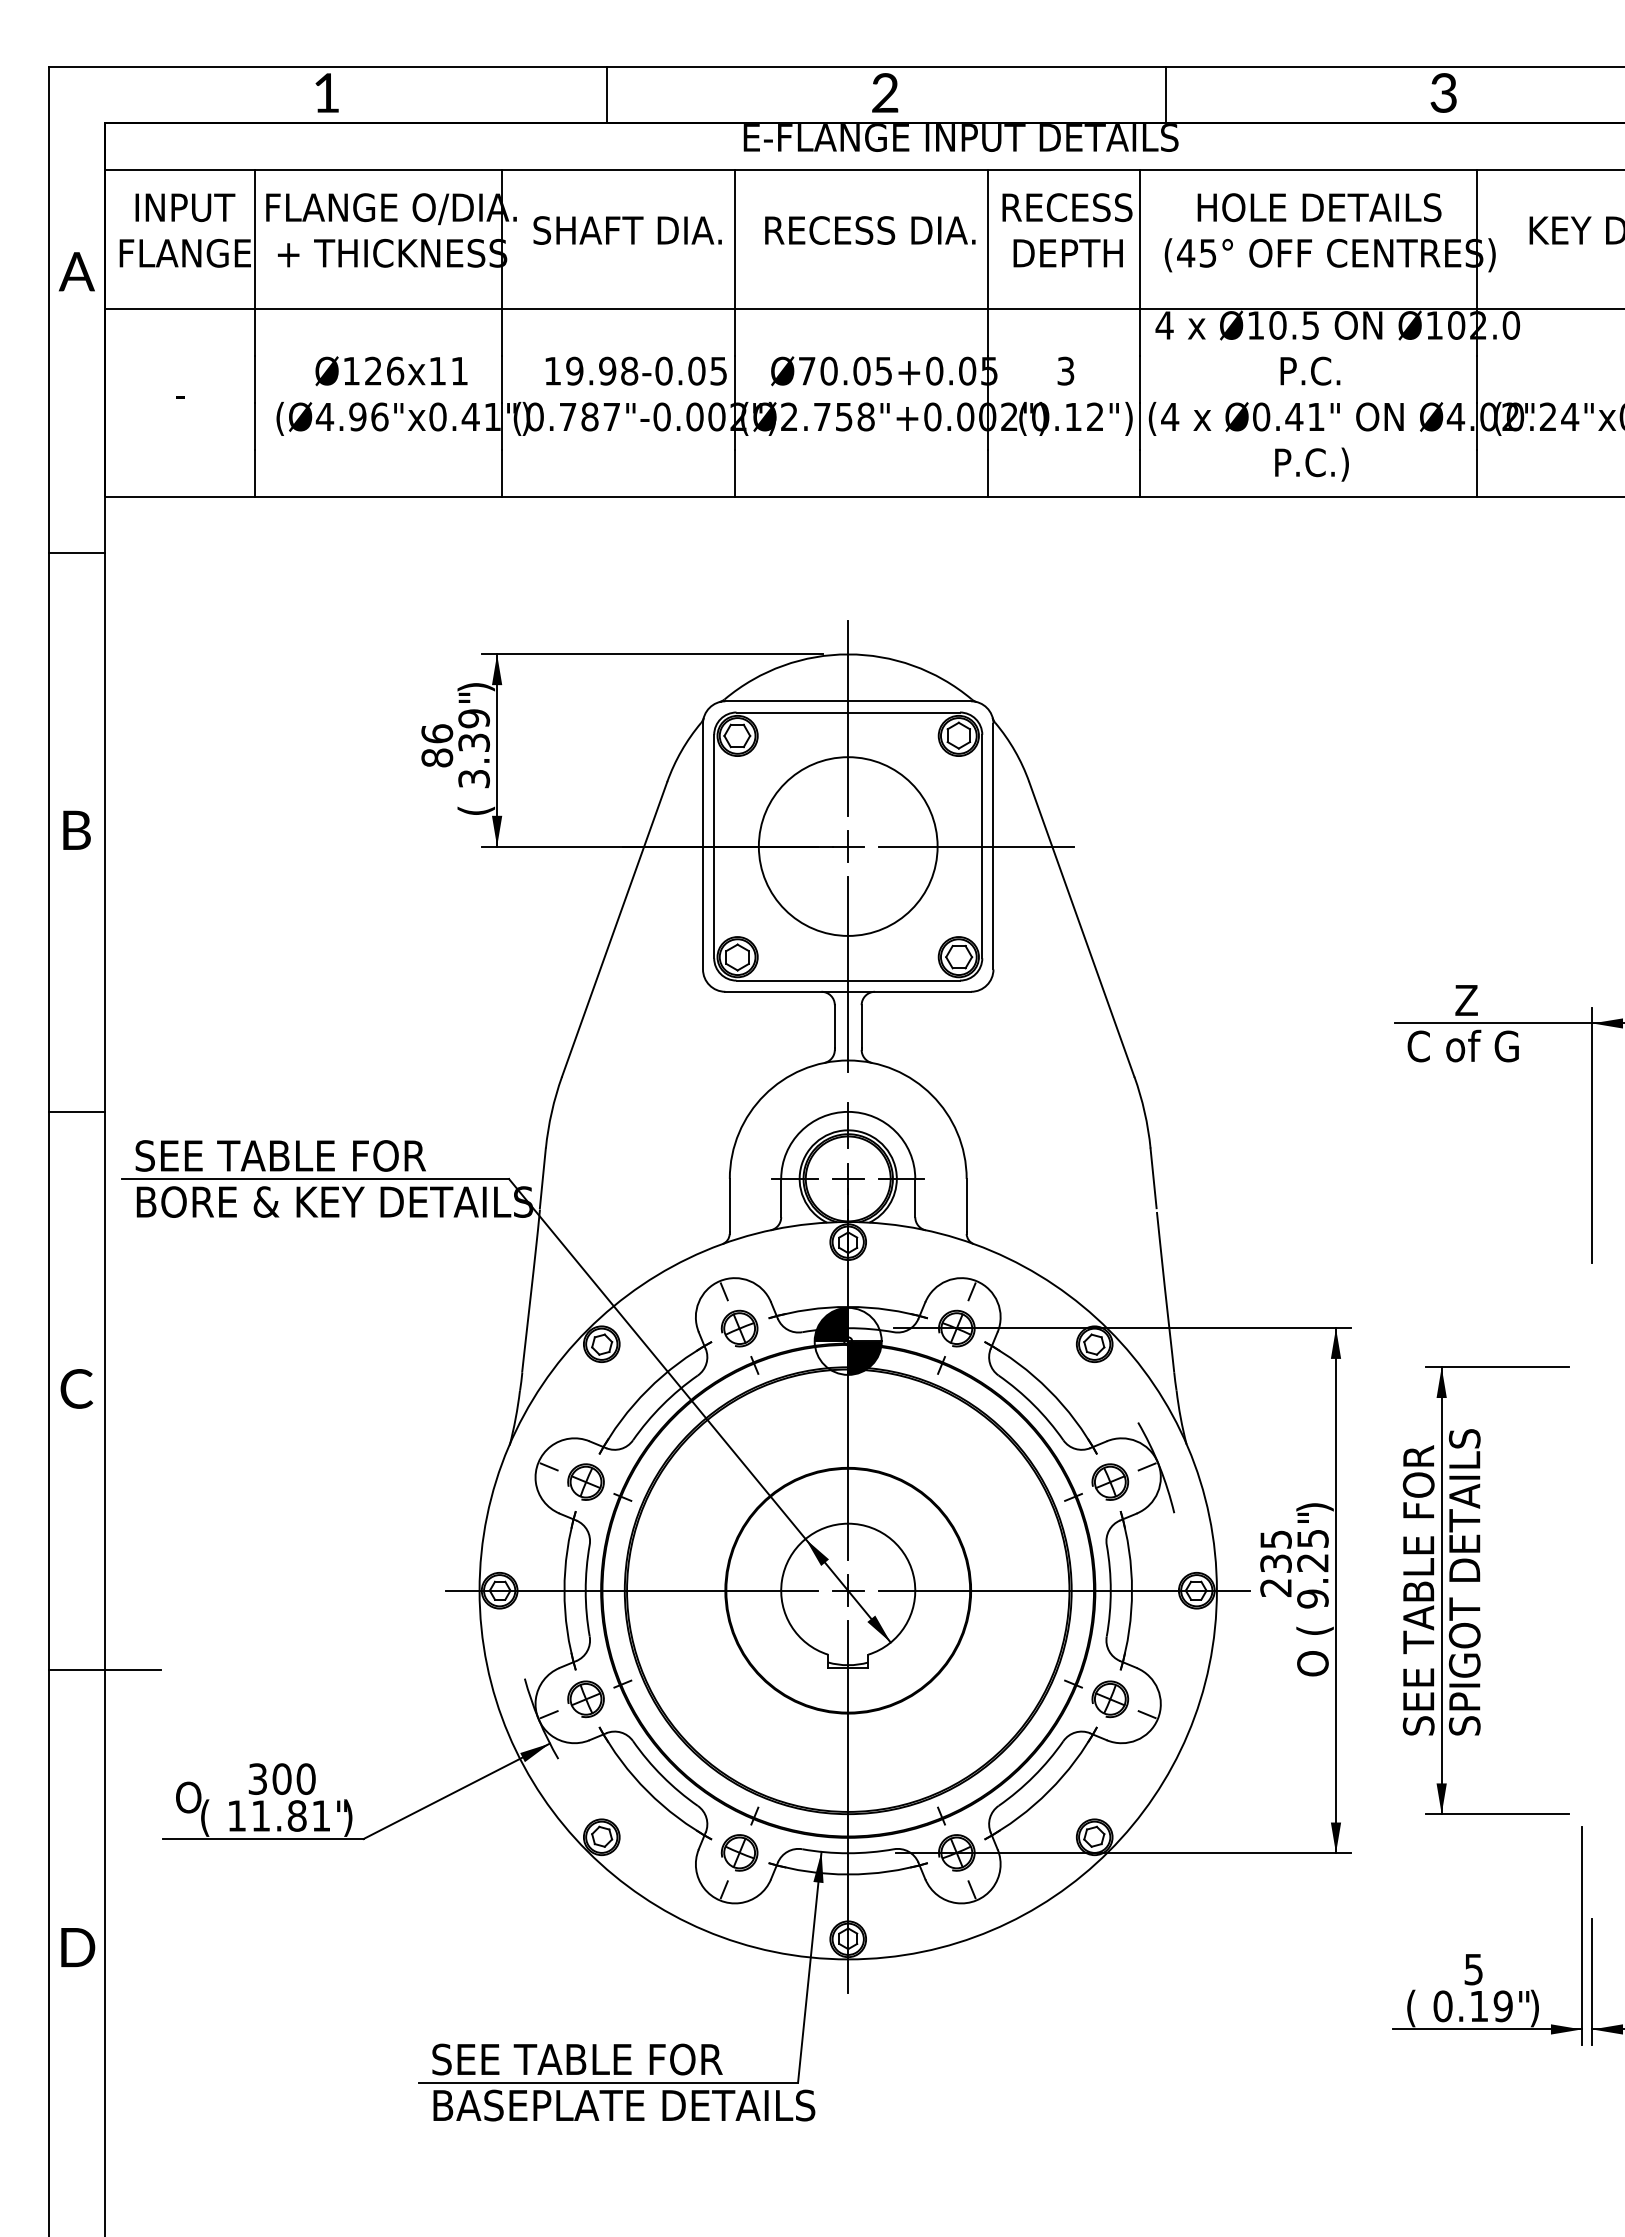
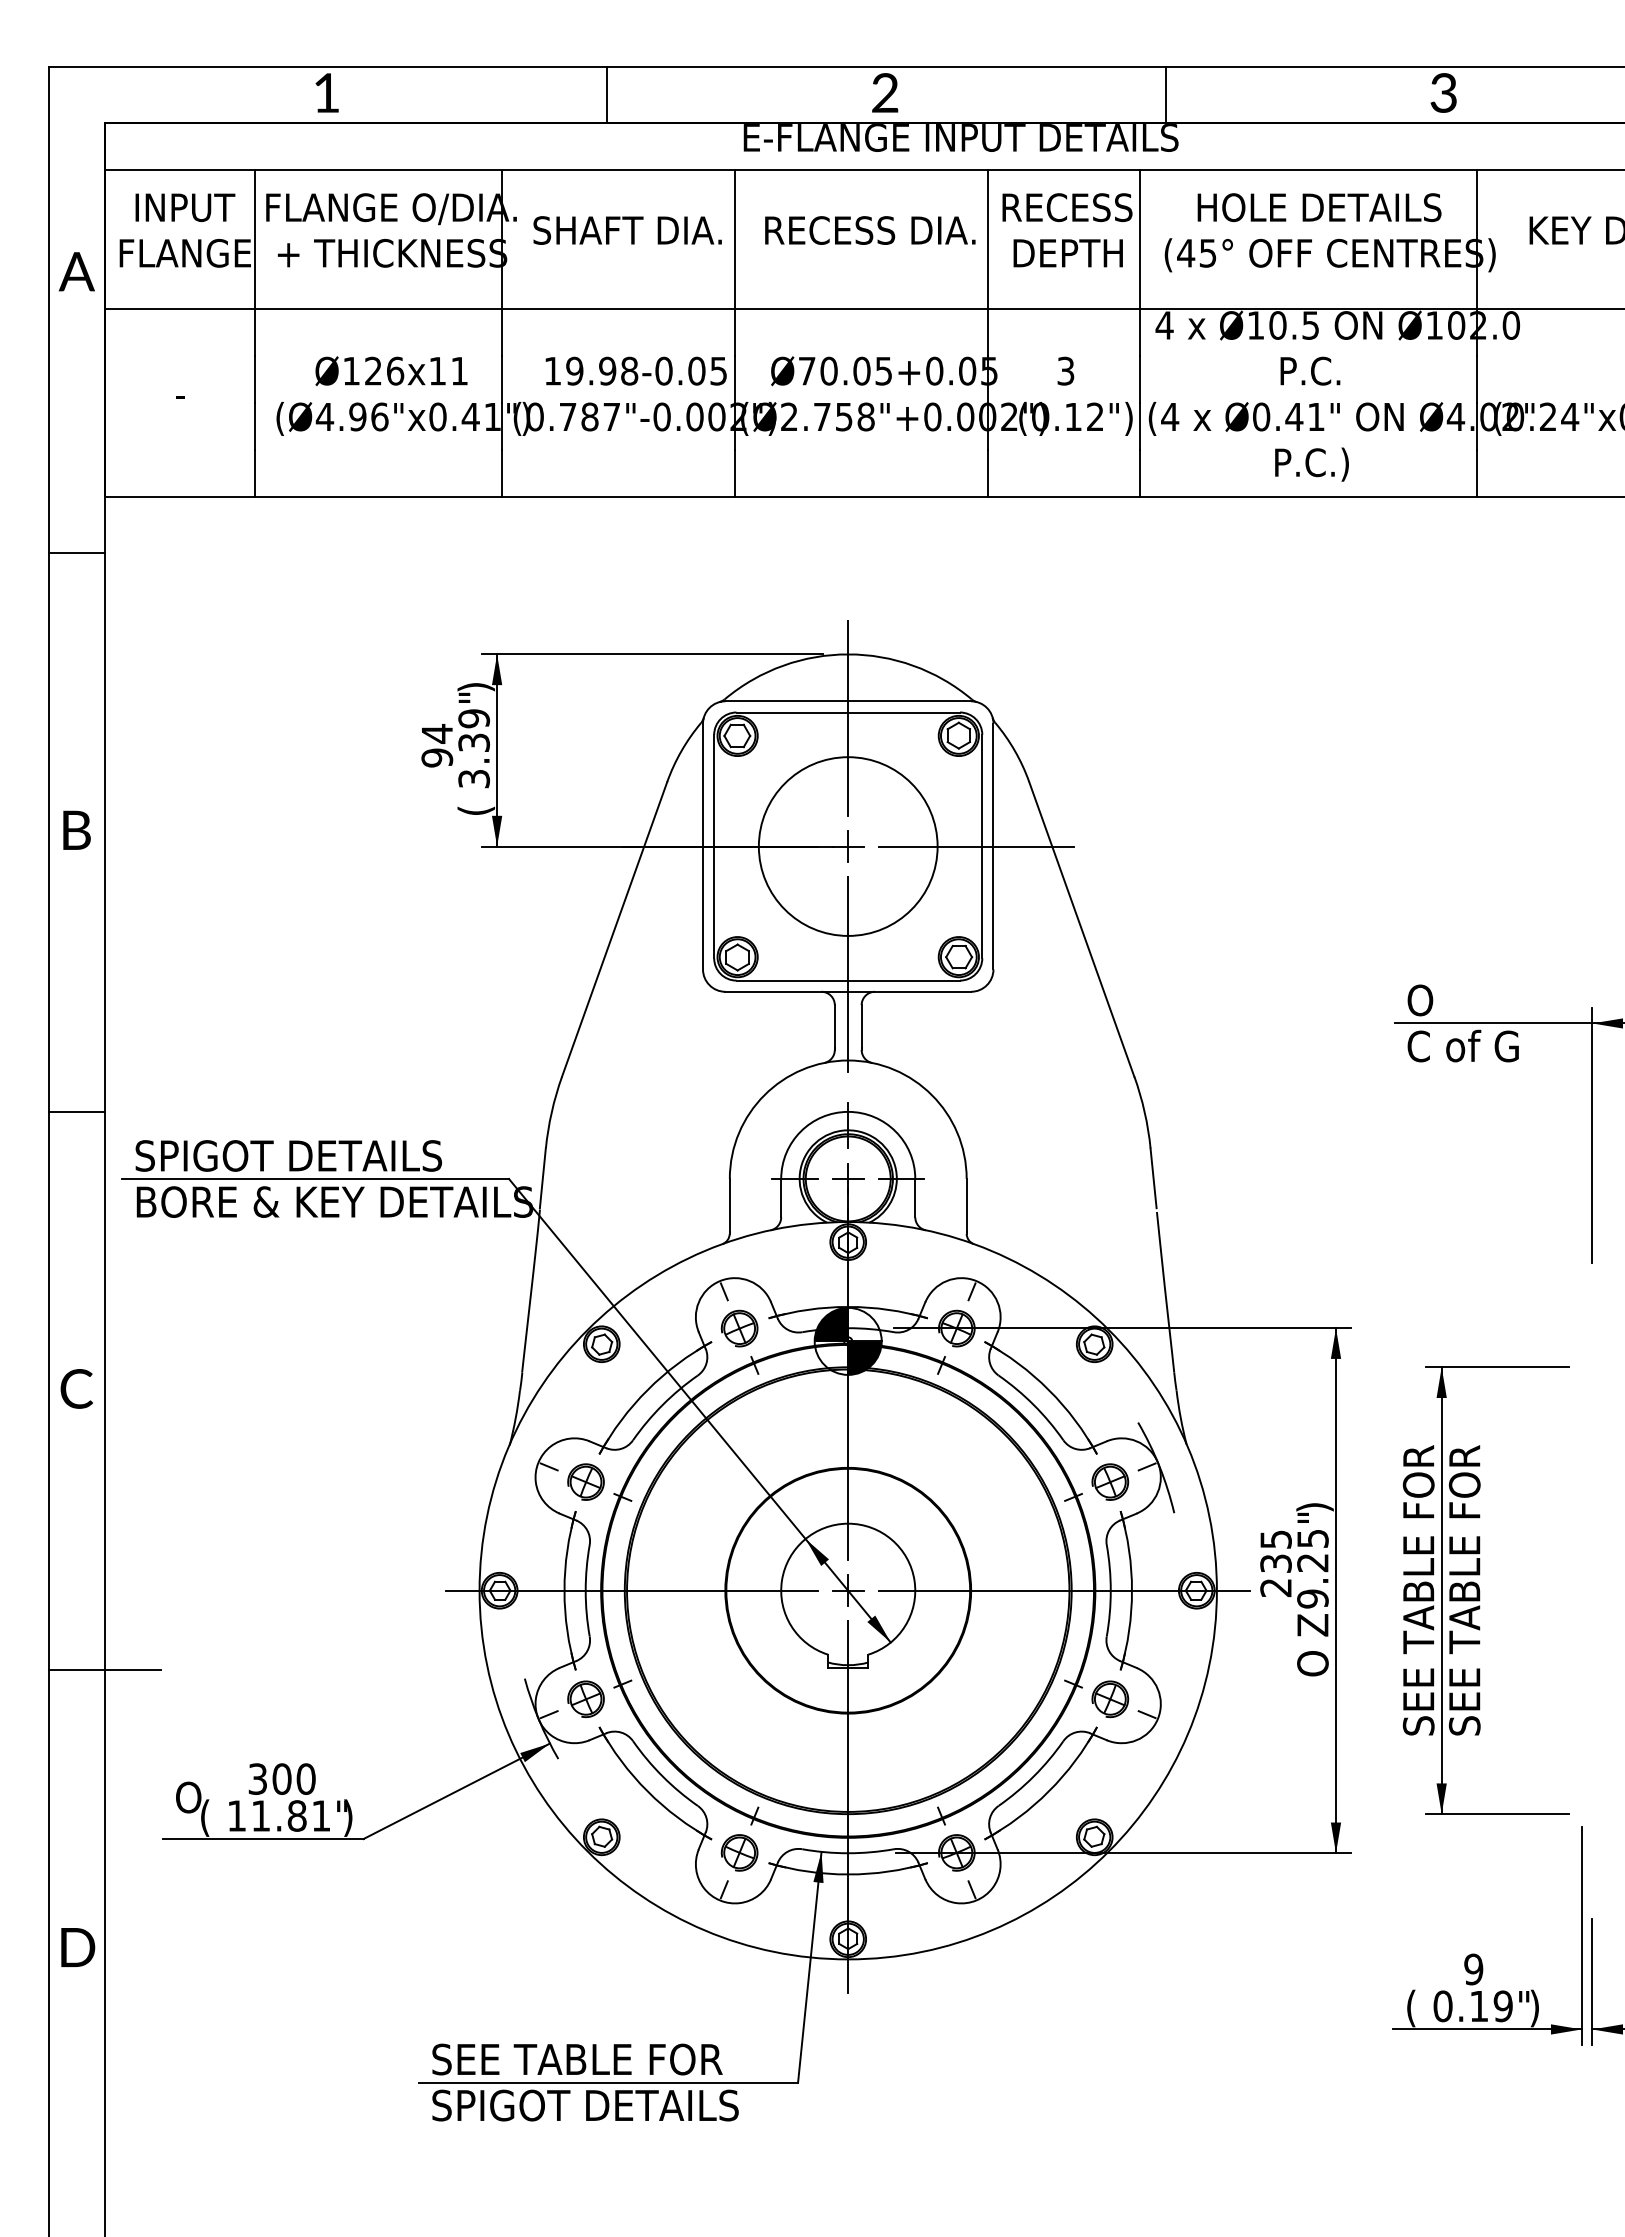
text at (437, 745): 86 -> 94
text at (1442, 1000): Z -> O
text at (303, 1155): SEE TABLE FOR -> SPIGOT DETAILS
text at (1464, 1567): SPIGOT DETAILS -> SEE TABLE FOR
text at (1314, 1625): ( -> Z
text at (1473, 1969): 5 -> 9
text at (623, 2105): BASEPLATE DETAILS -> SPIGOT DETAILS
